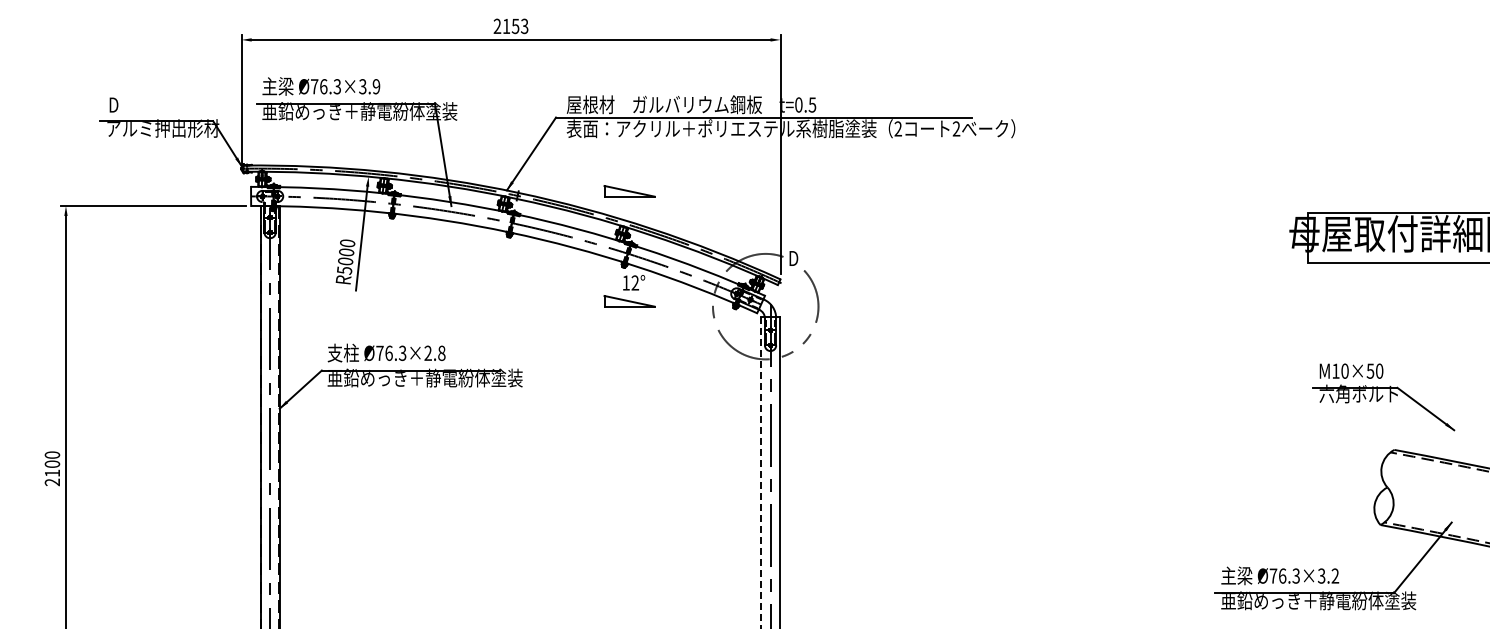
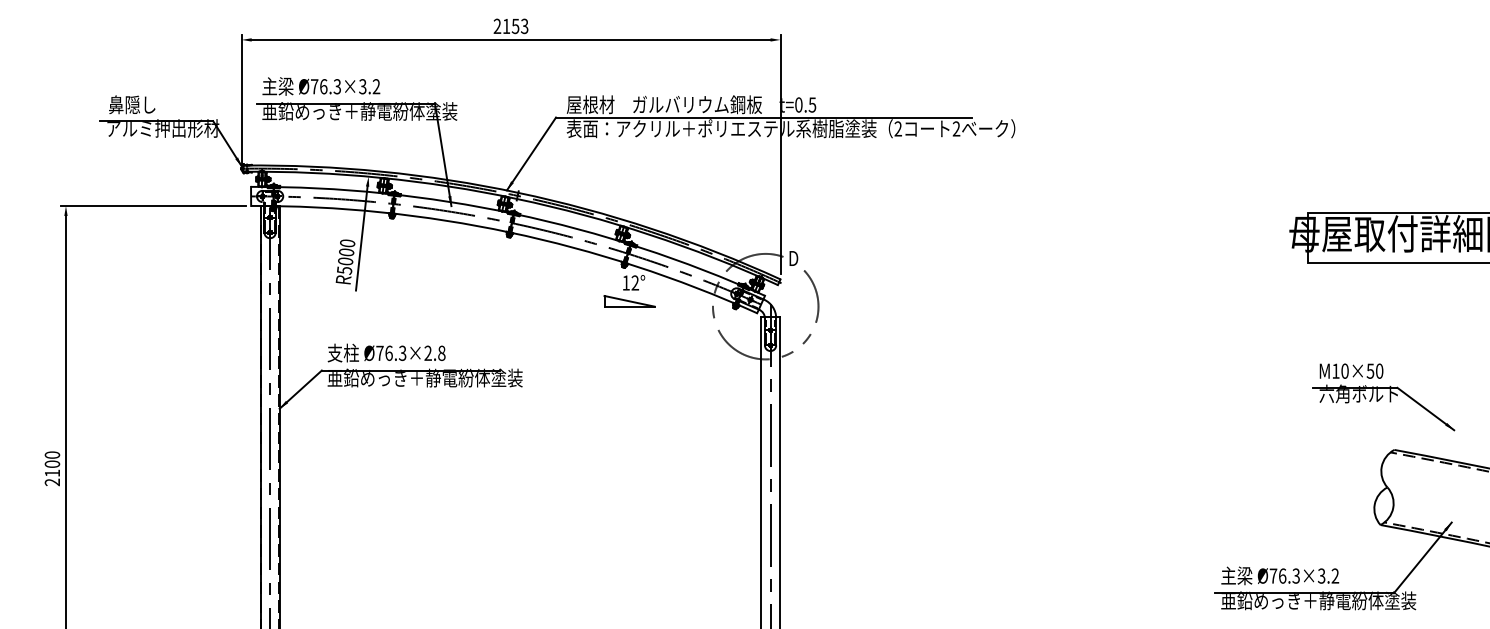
text at (376, 86): Ø76.3×3.9 -> Ø76.3×3.2
text at (132, 104): D -> 鼻隠し
part at (629, 191): present -> none
line at (761, 472): dashed -> solid
